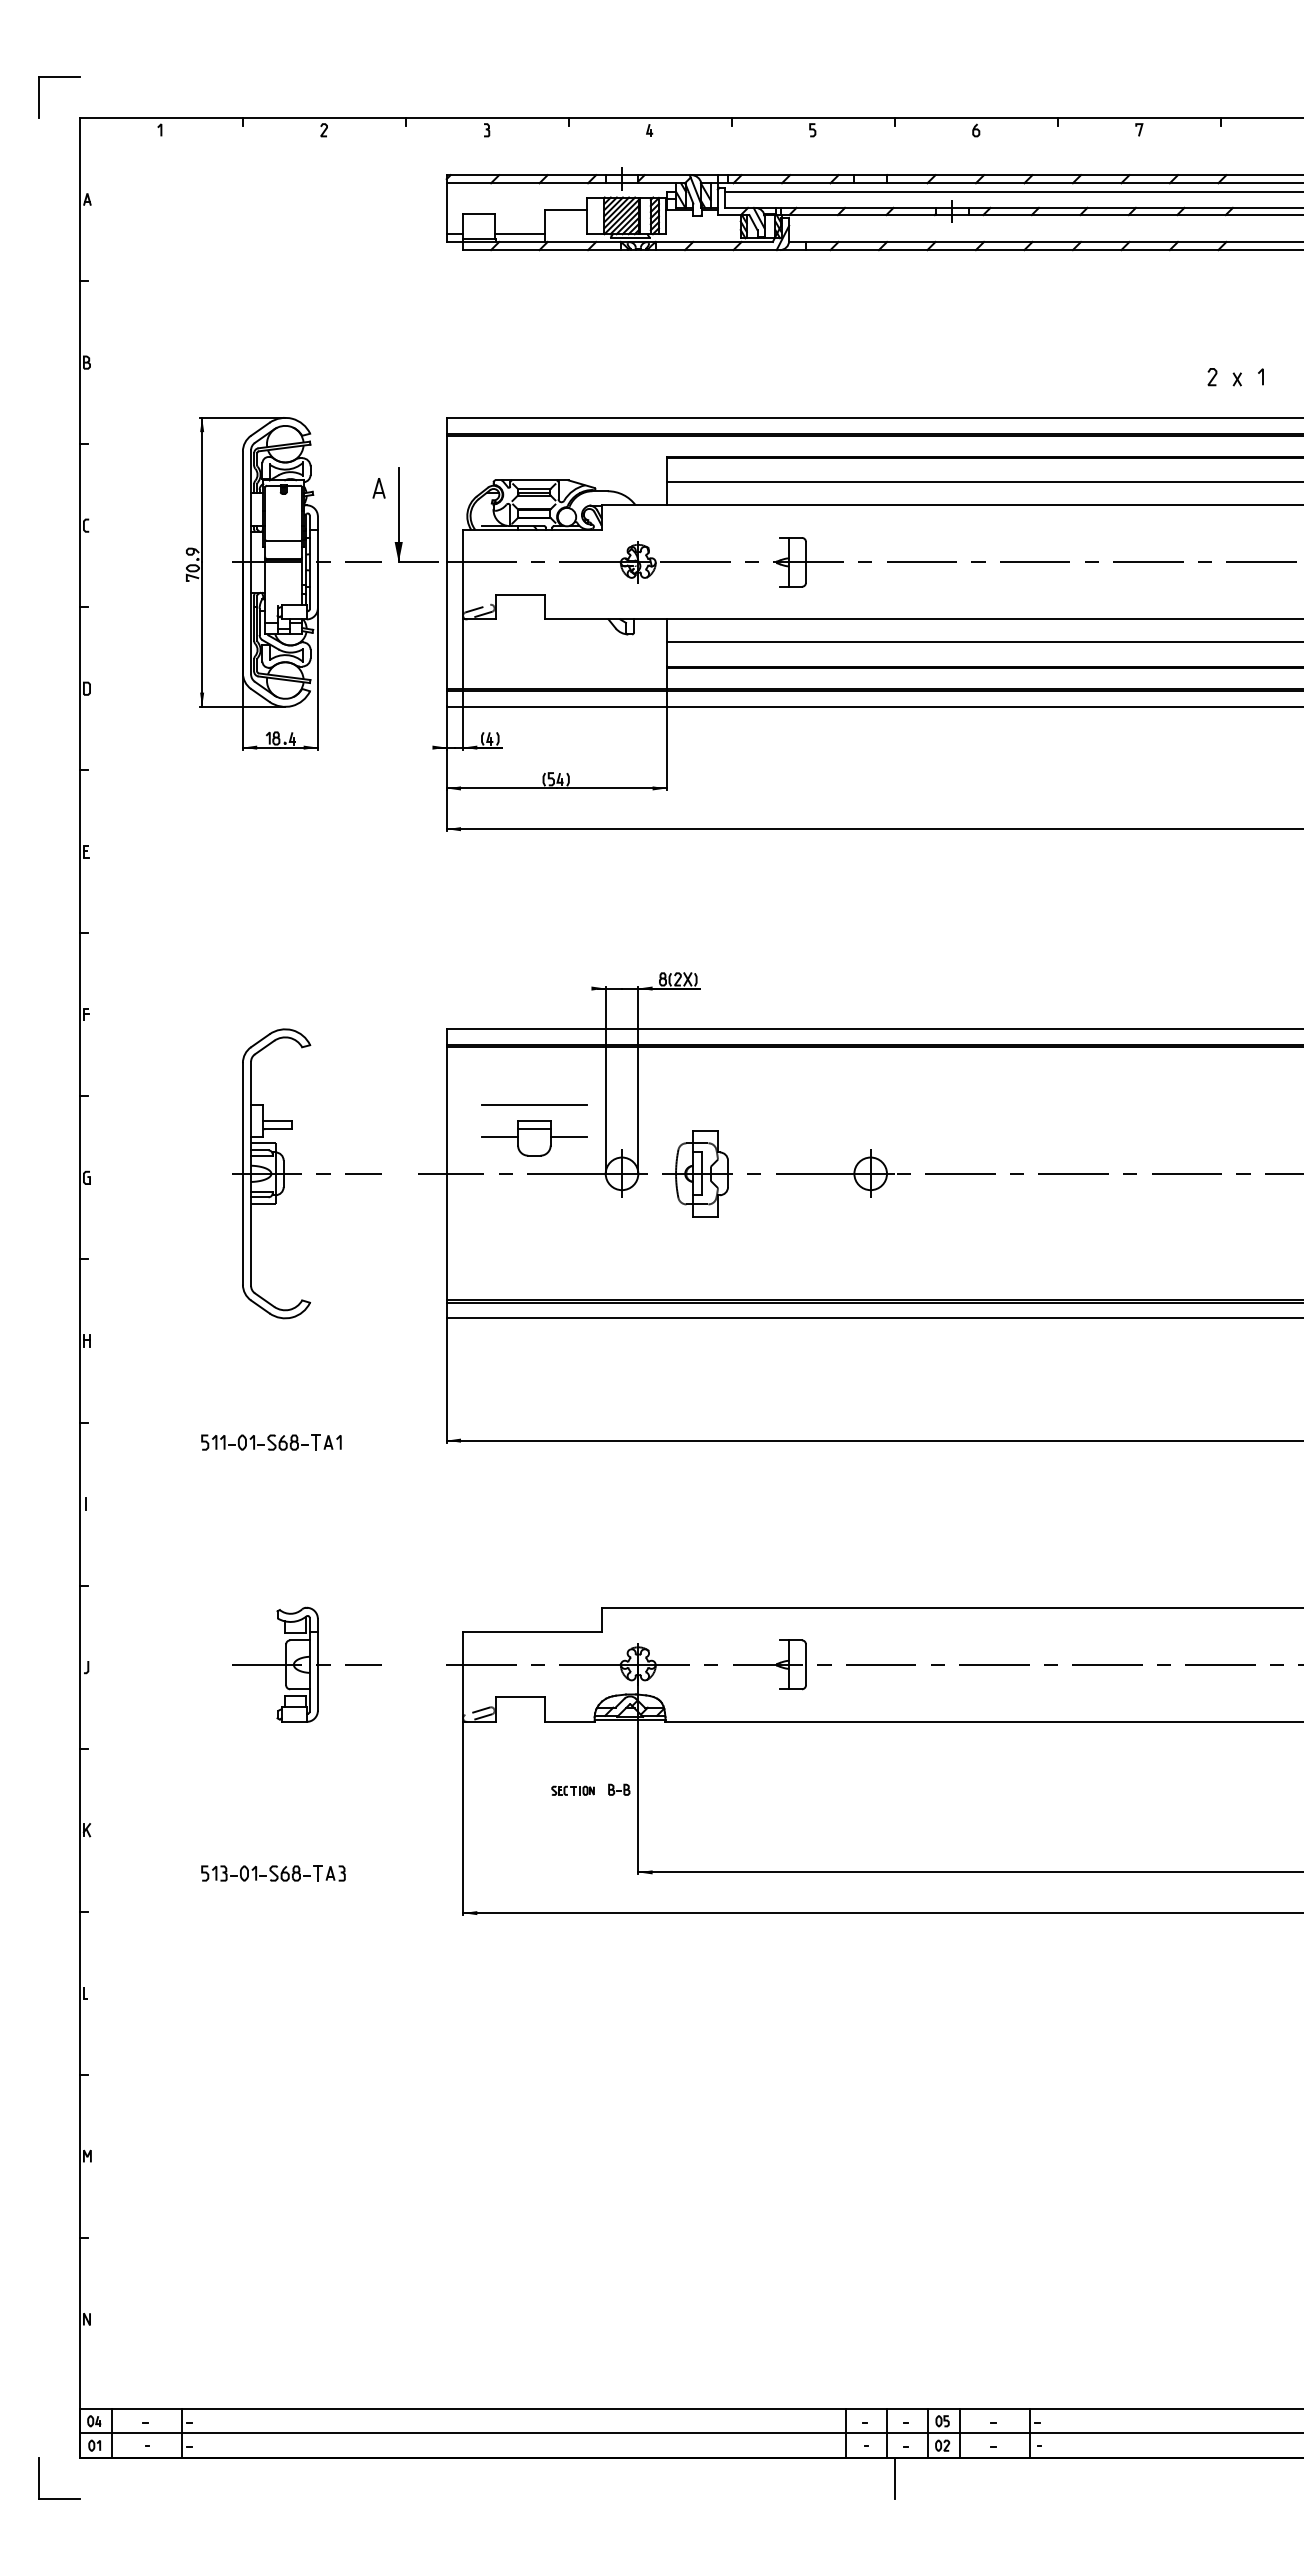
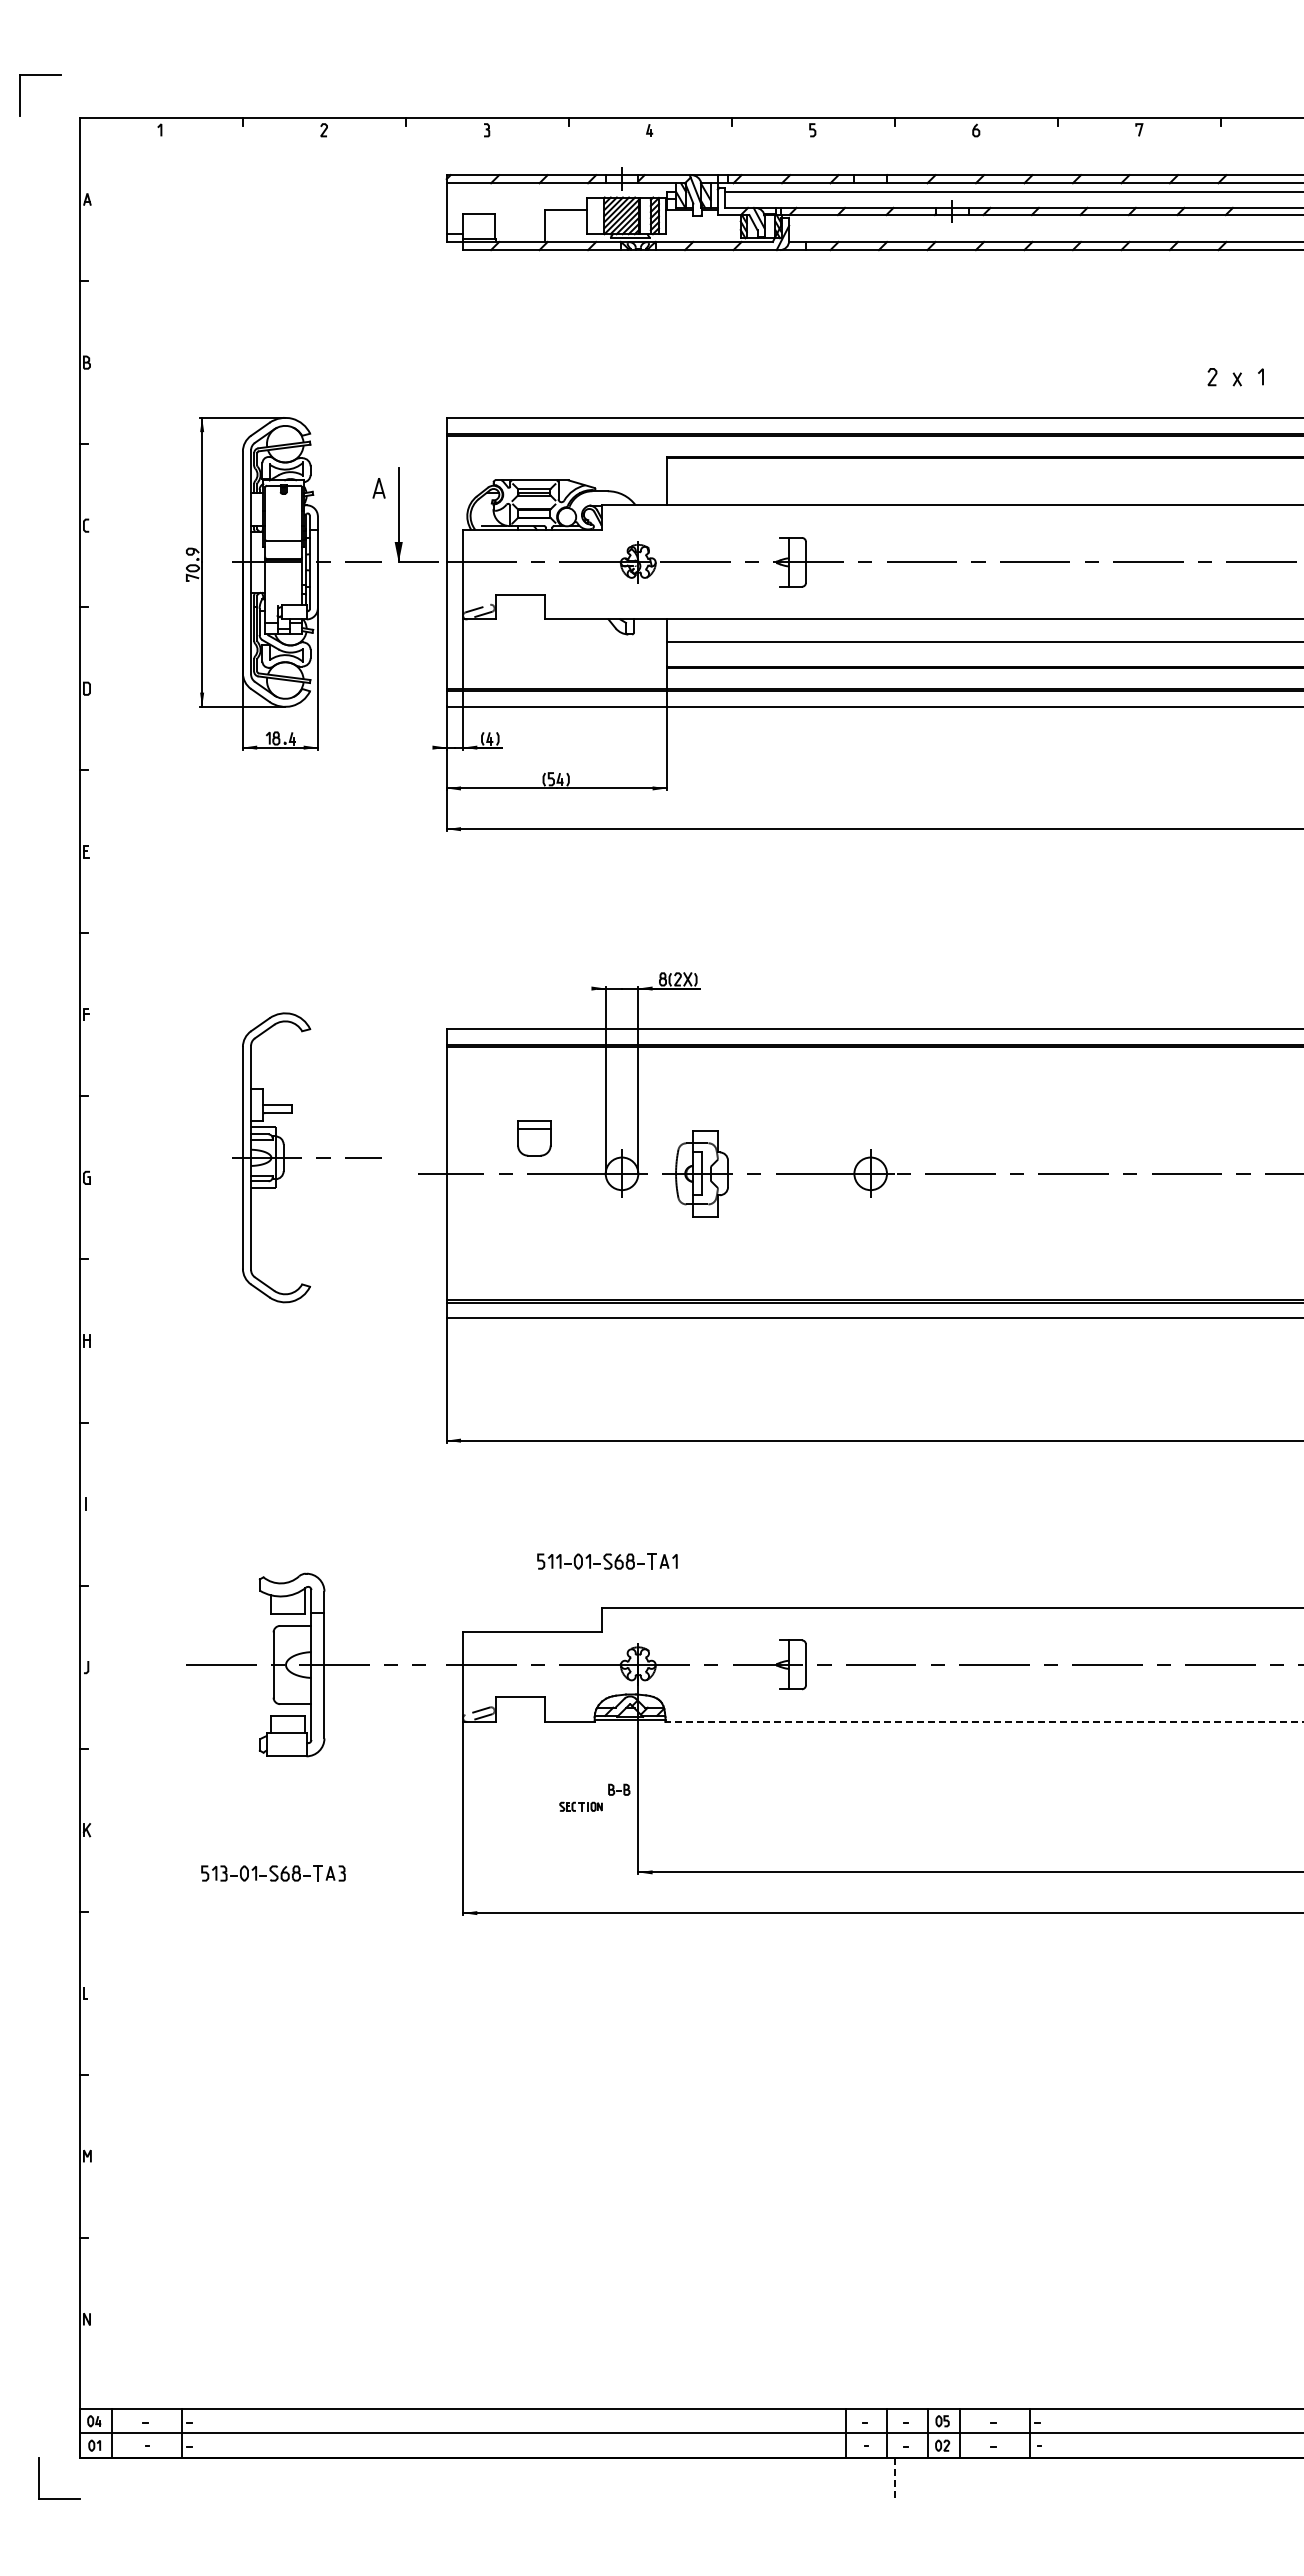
part at (59, 77) position: (59, 77) -> (40, 75)
line at (519, 234): present -> none
line at (983, 482): present -> none
line at (534, 1104): present -> none
line at (500, 1137): present -> none
line at (568, 1137): present -> none
part at (306, 1173) position: (306, 1173) -> (306, 1157)
part at (271, 1442) position: (271, 1442) -> (607, 1561)
part at (306, 1664) size: 150x117 px -> 240x186 px
line at (984, 1721): solid -> dashed
part at (572, 1790) position: (572, 1790) -> (580, 1806)
line at (895, 2478): solid -> dashed
